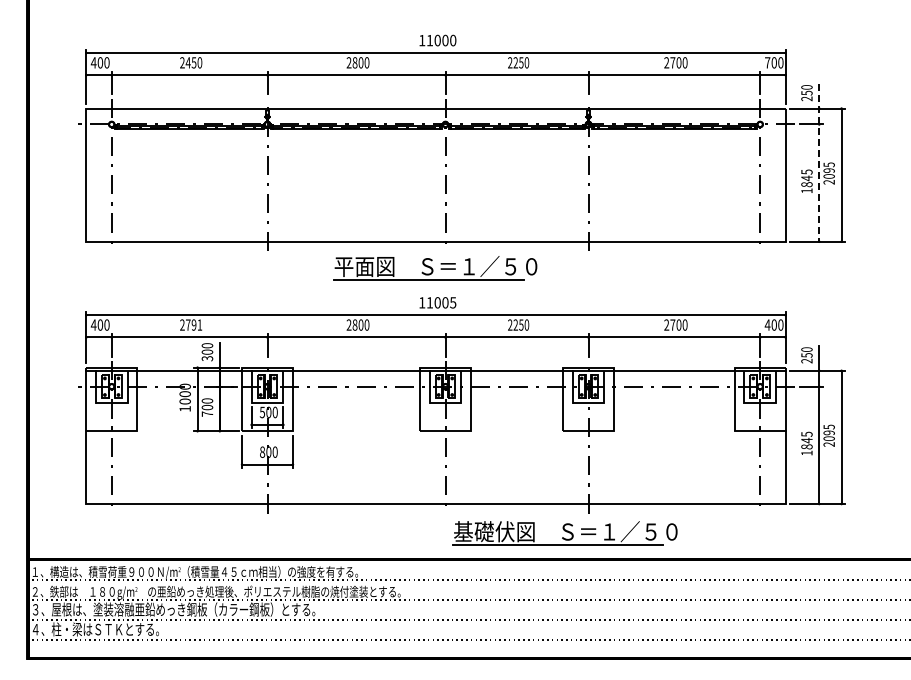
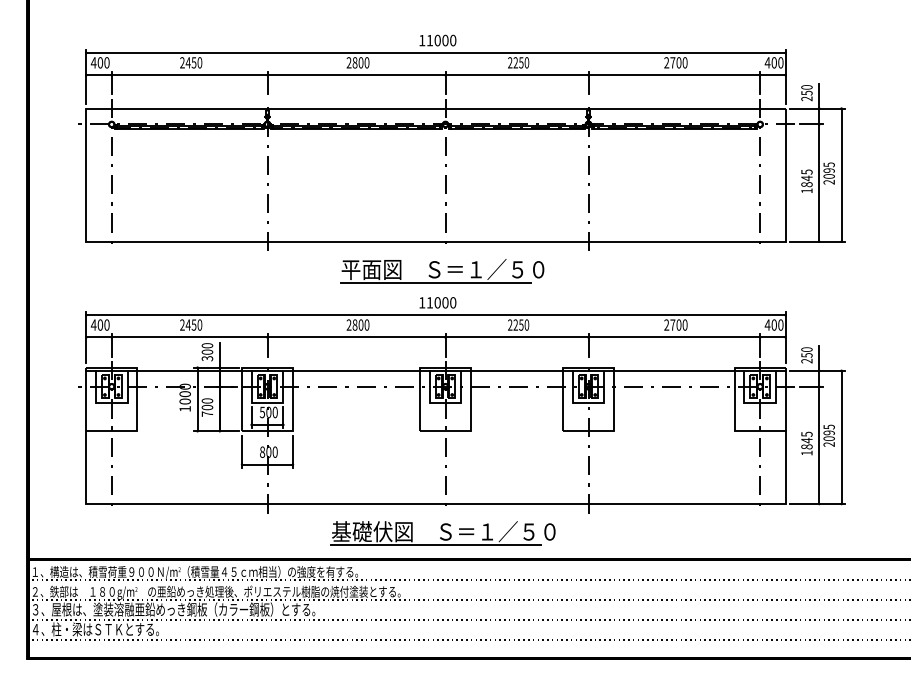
text at (767, 62): 700 -> 400
line at (819, 163): dashed -> solid
part at (435, 268) position: (435, 268) -> (442, 271)
text at (453, 302): 11005 -> 11000
text at (193, 324): 2791 -> 2450
part at (564, 533) position: (564, 533) -> (442, 533)
